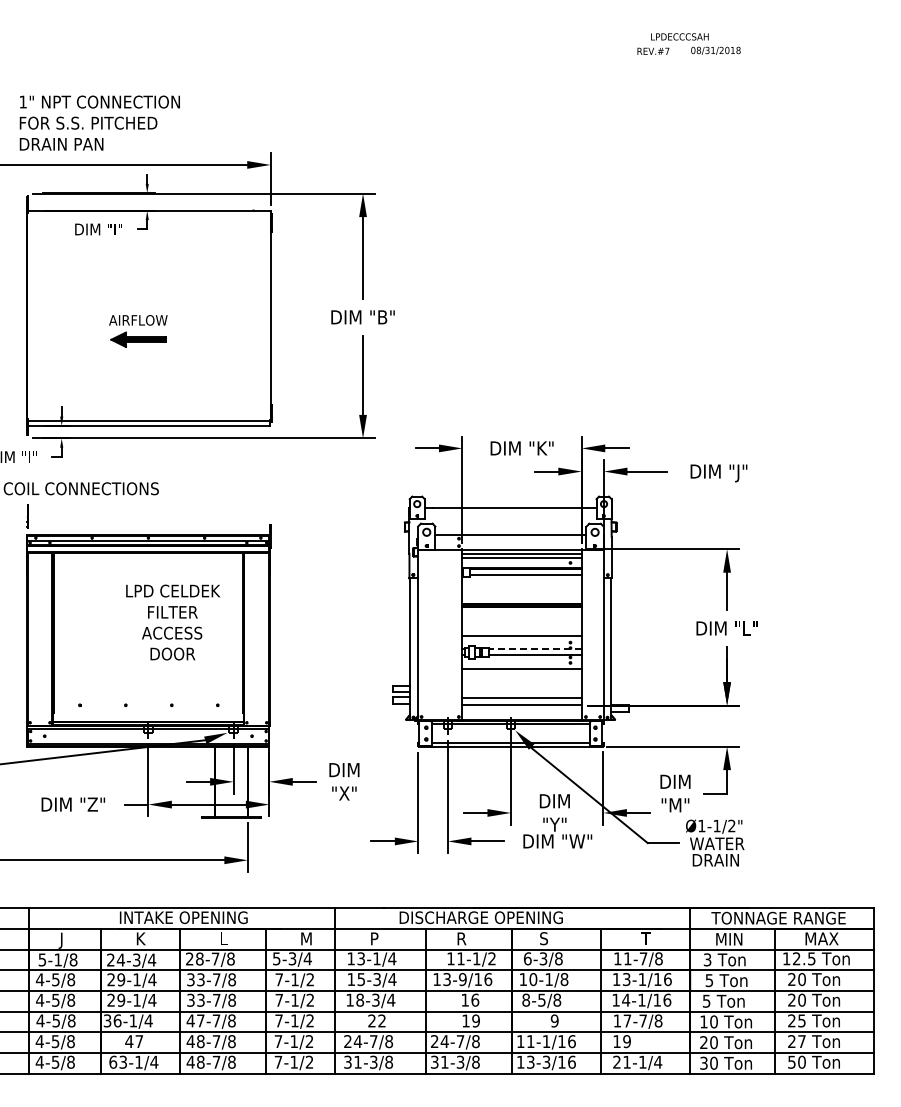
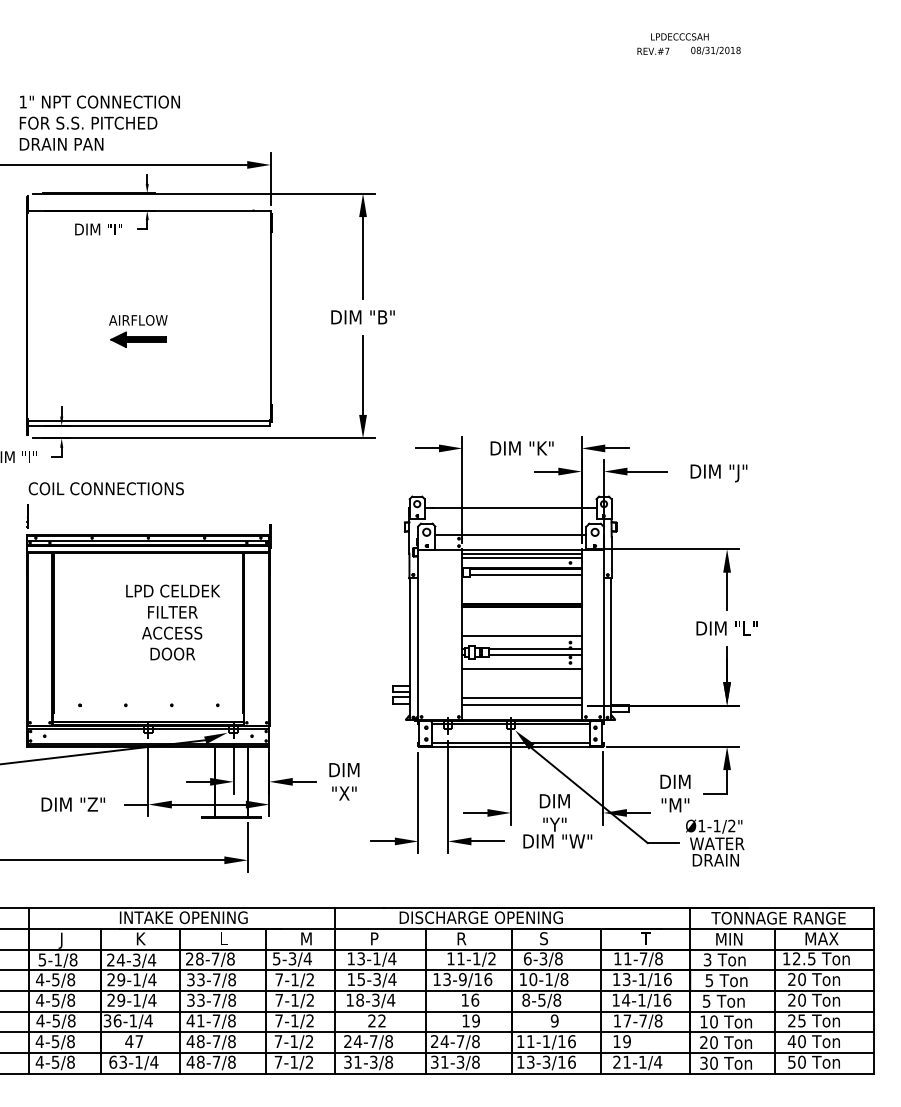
text at (80, 488) position: (80, 488) -> (105, 488)
line at (535, 649): dashed -> solid
text at (200, 1020): 47-7/8 -> 41-7/8
text at (796, 1041): 27 -> 40
